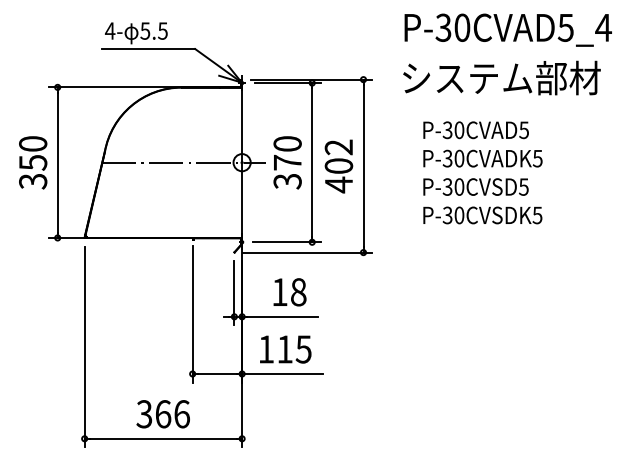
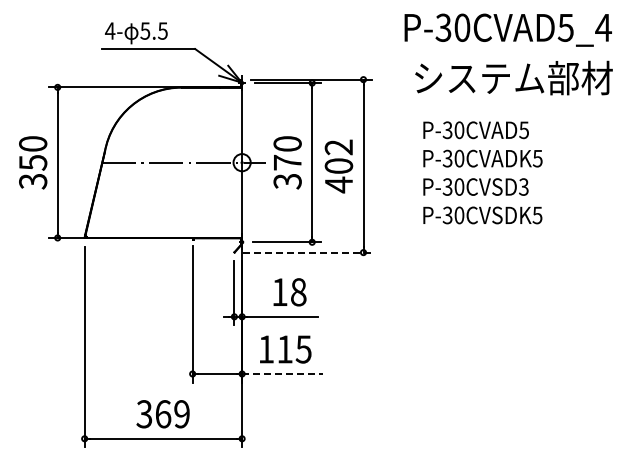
text at (501, 77) position: (501, 77) -> (513, 77)
text at (523, 186): P-30CVSD5 -> P-30CVSD3
line at (308, 252): solid -> dashed
line at (283, 374): solid -> dashed
text at (181, 414): 366 -> 369
